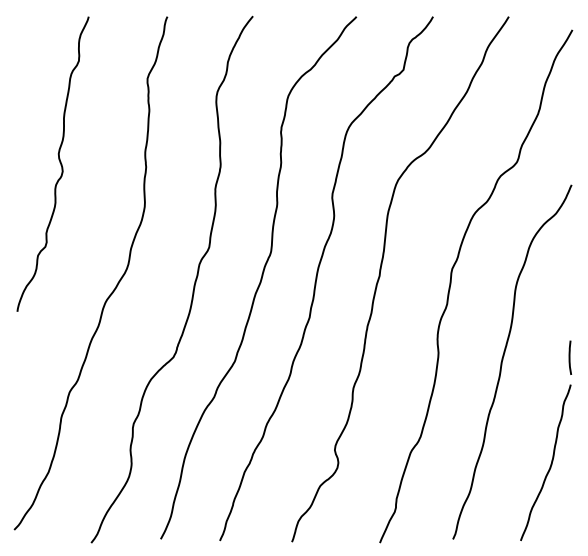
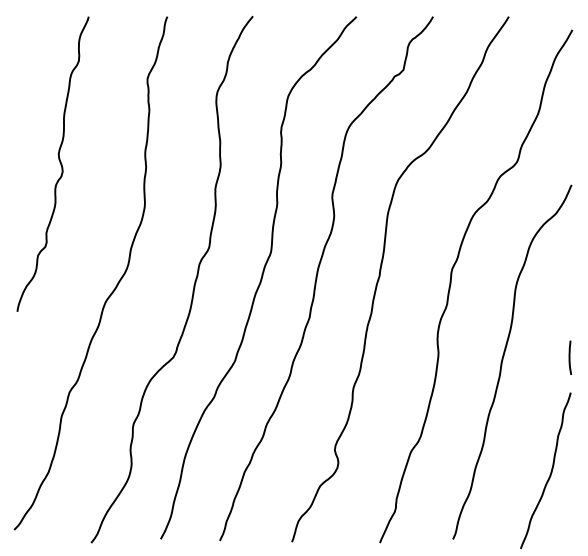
curve at (550, 463) position: (550, 463) -> (550, 471)
